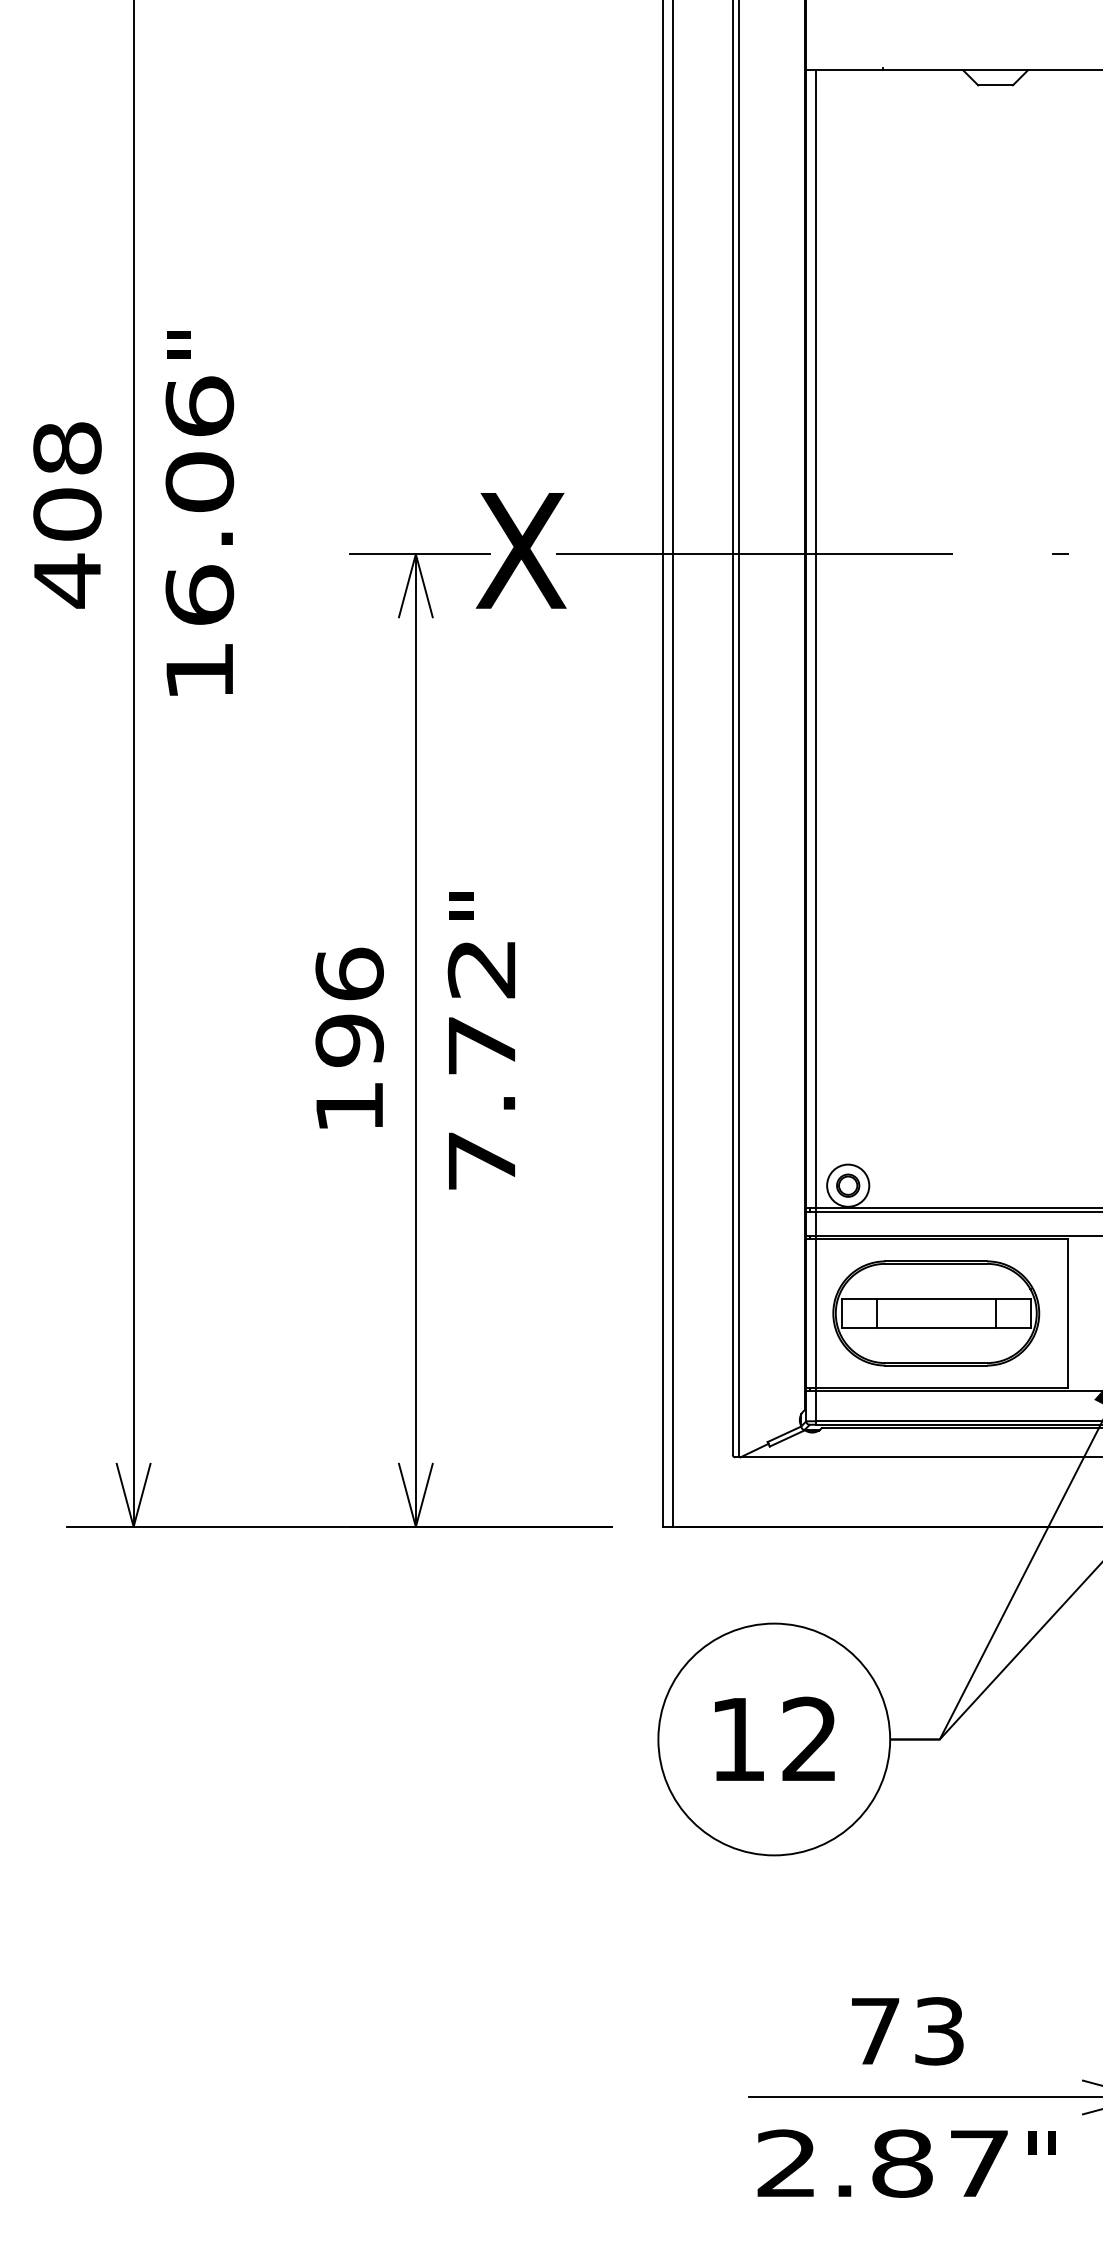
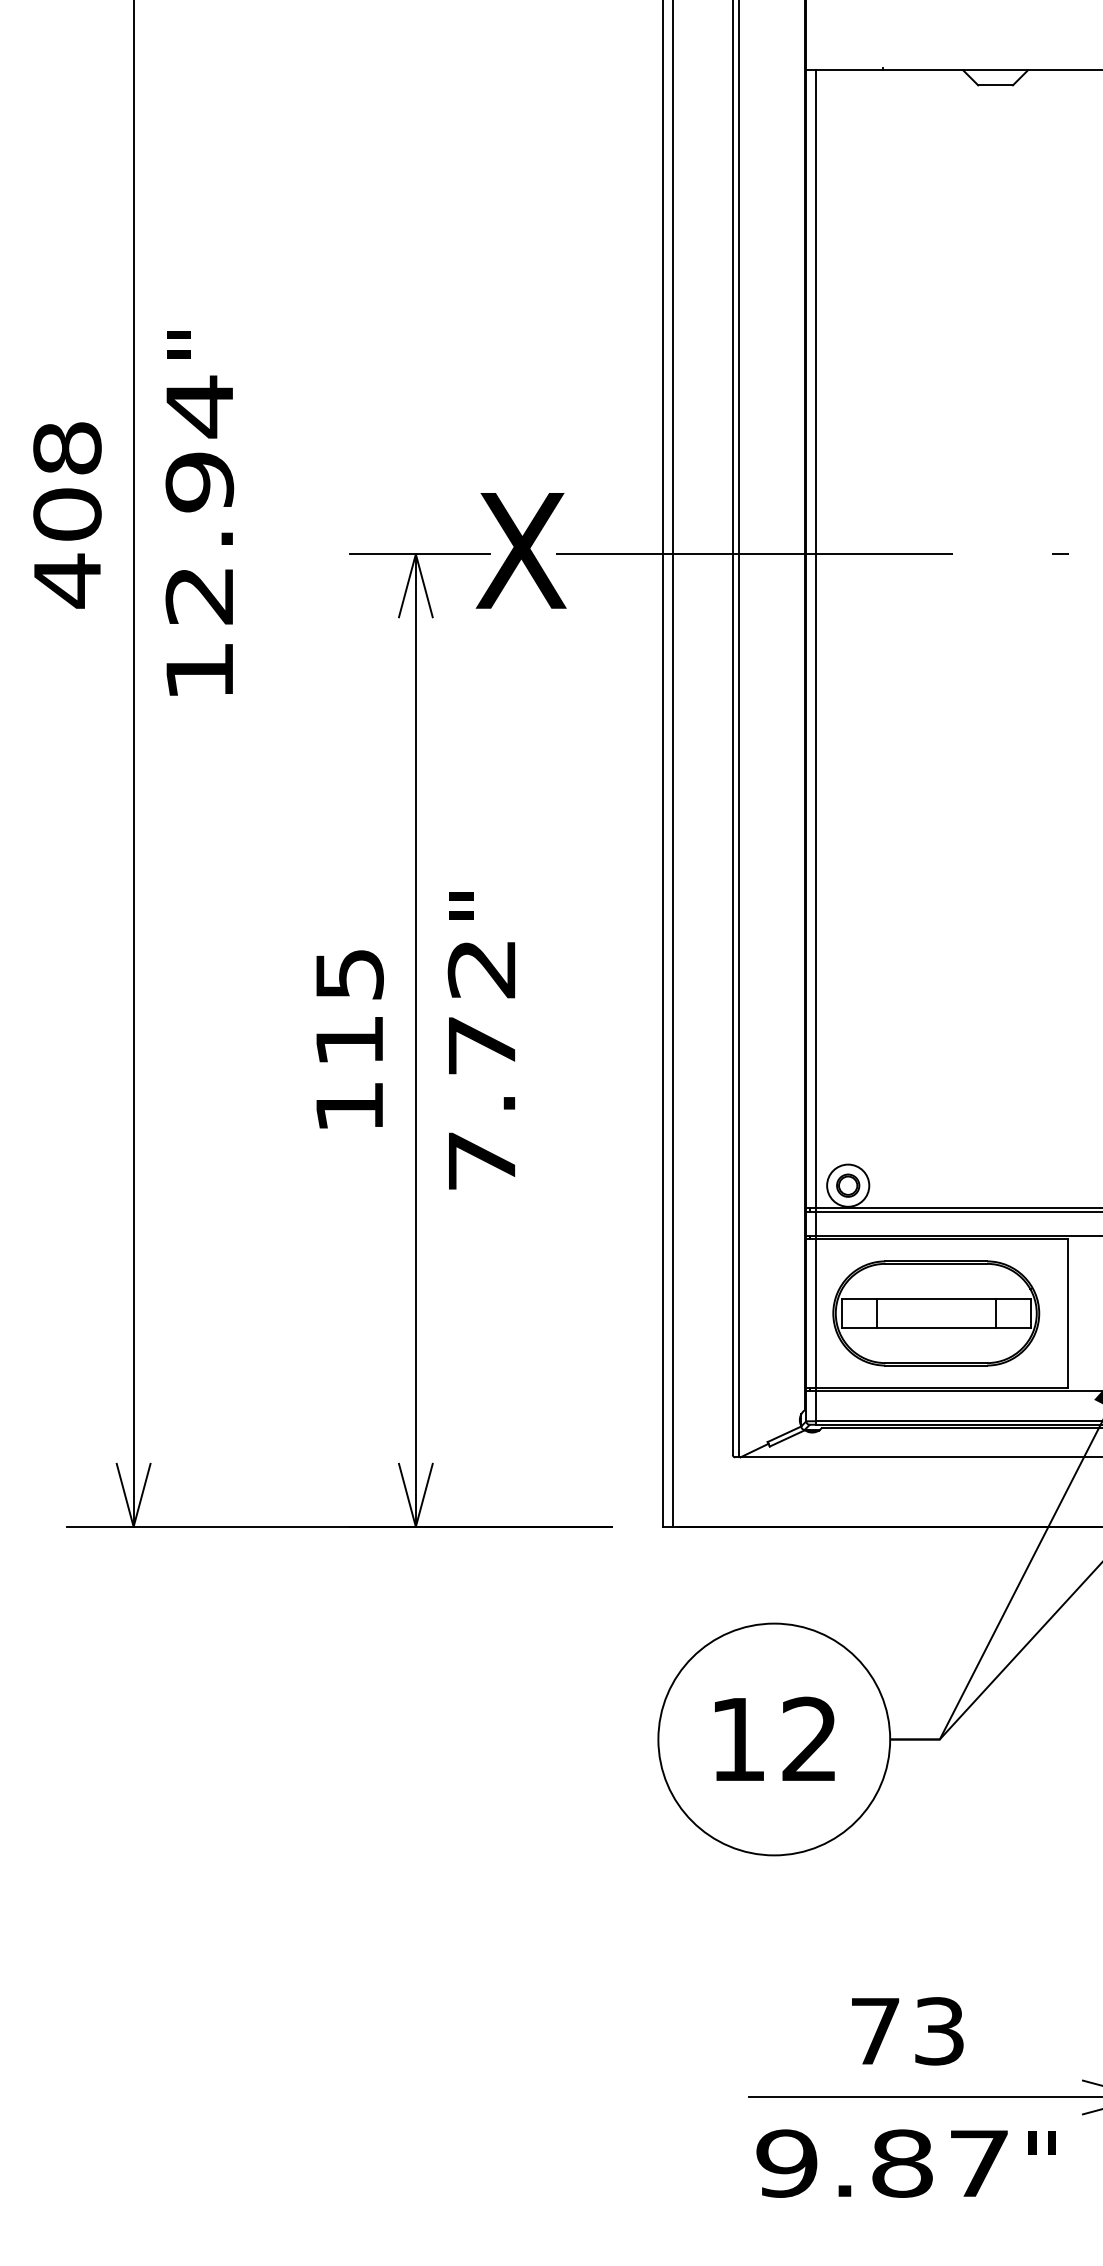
text at (199, 499): 16.06 -> 12.94
text at (349, 1006): 196 -> 115
text at (786, 2163): 2.87 -> 9.87
